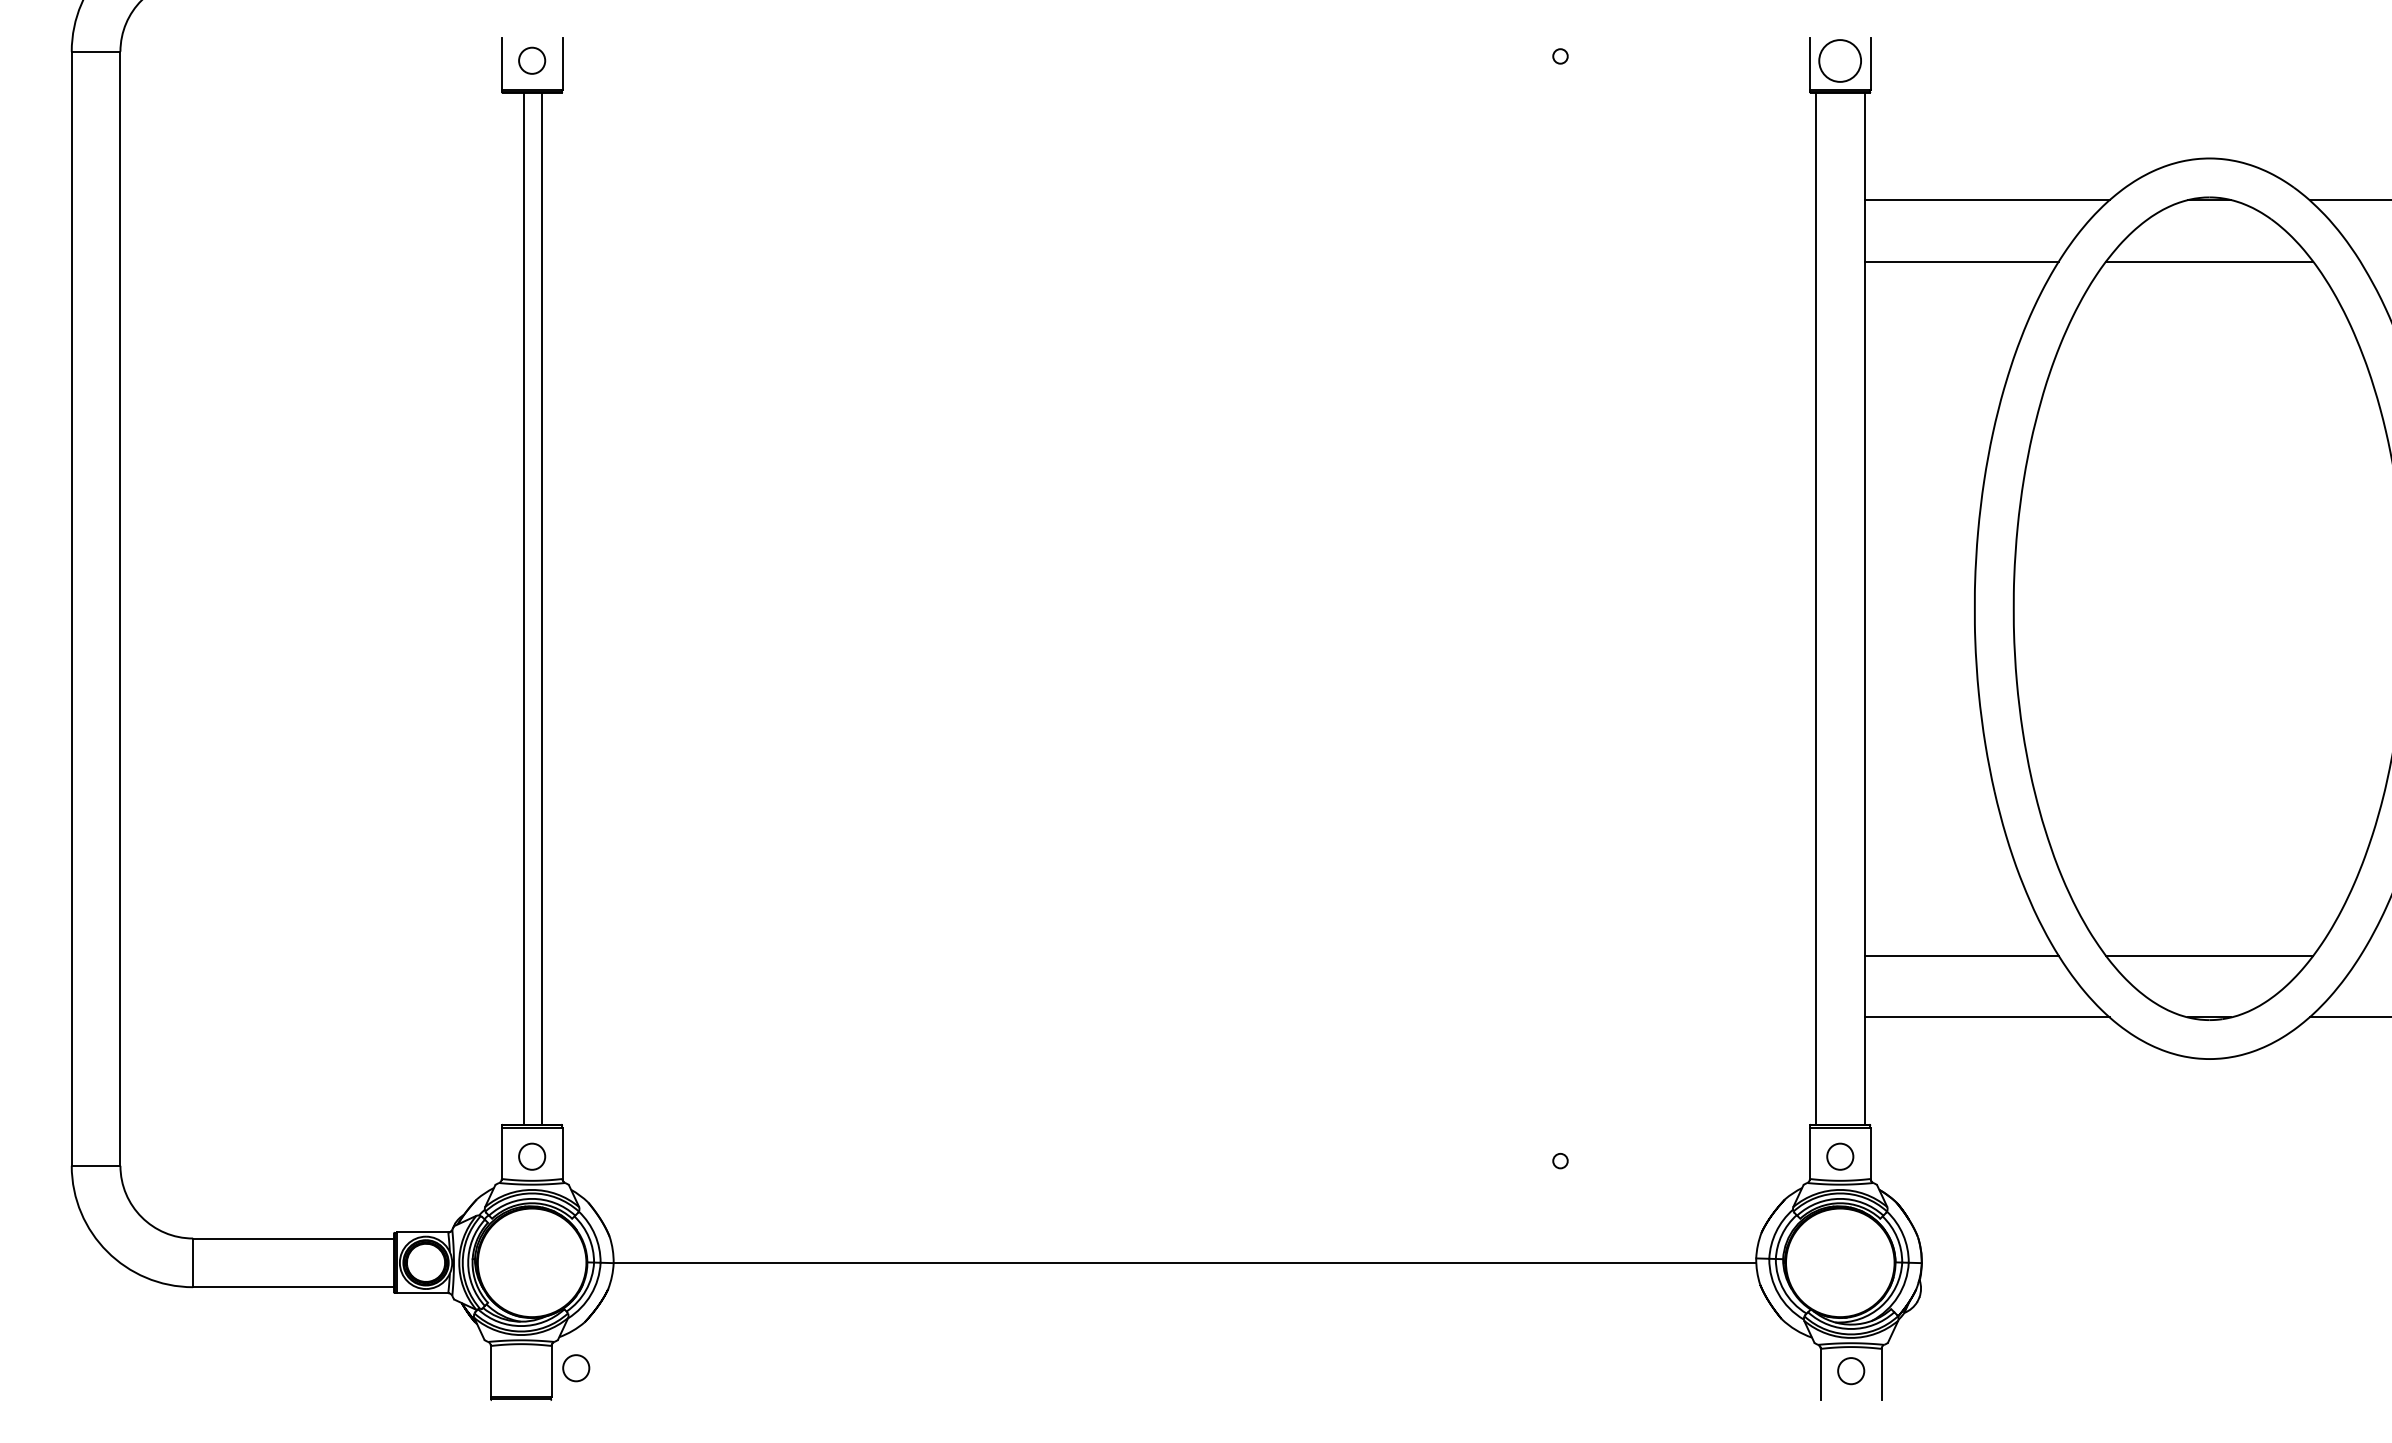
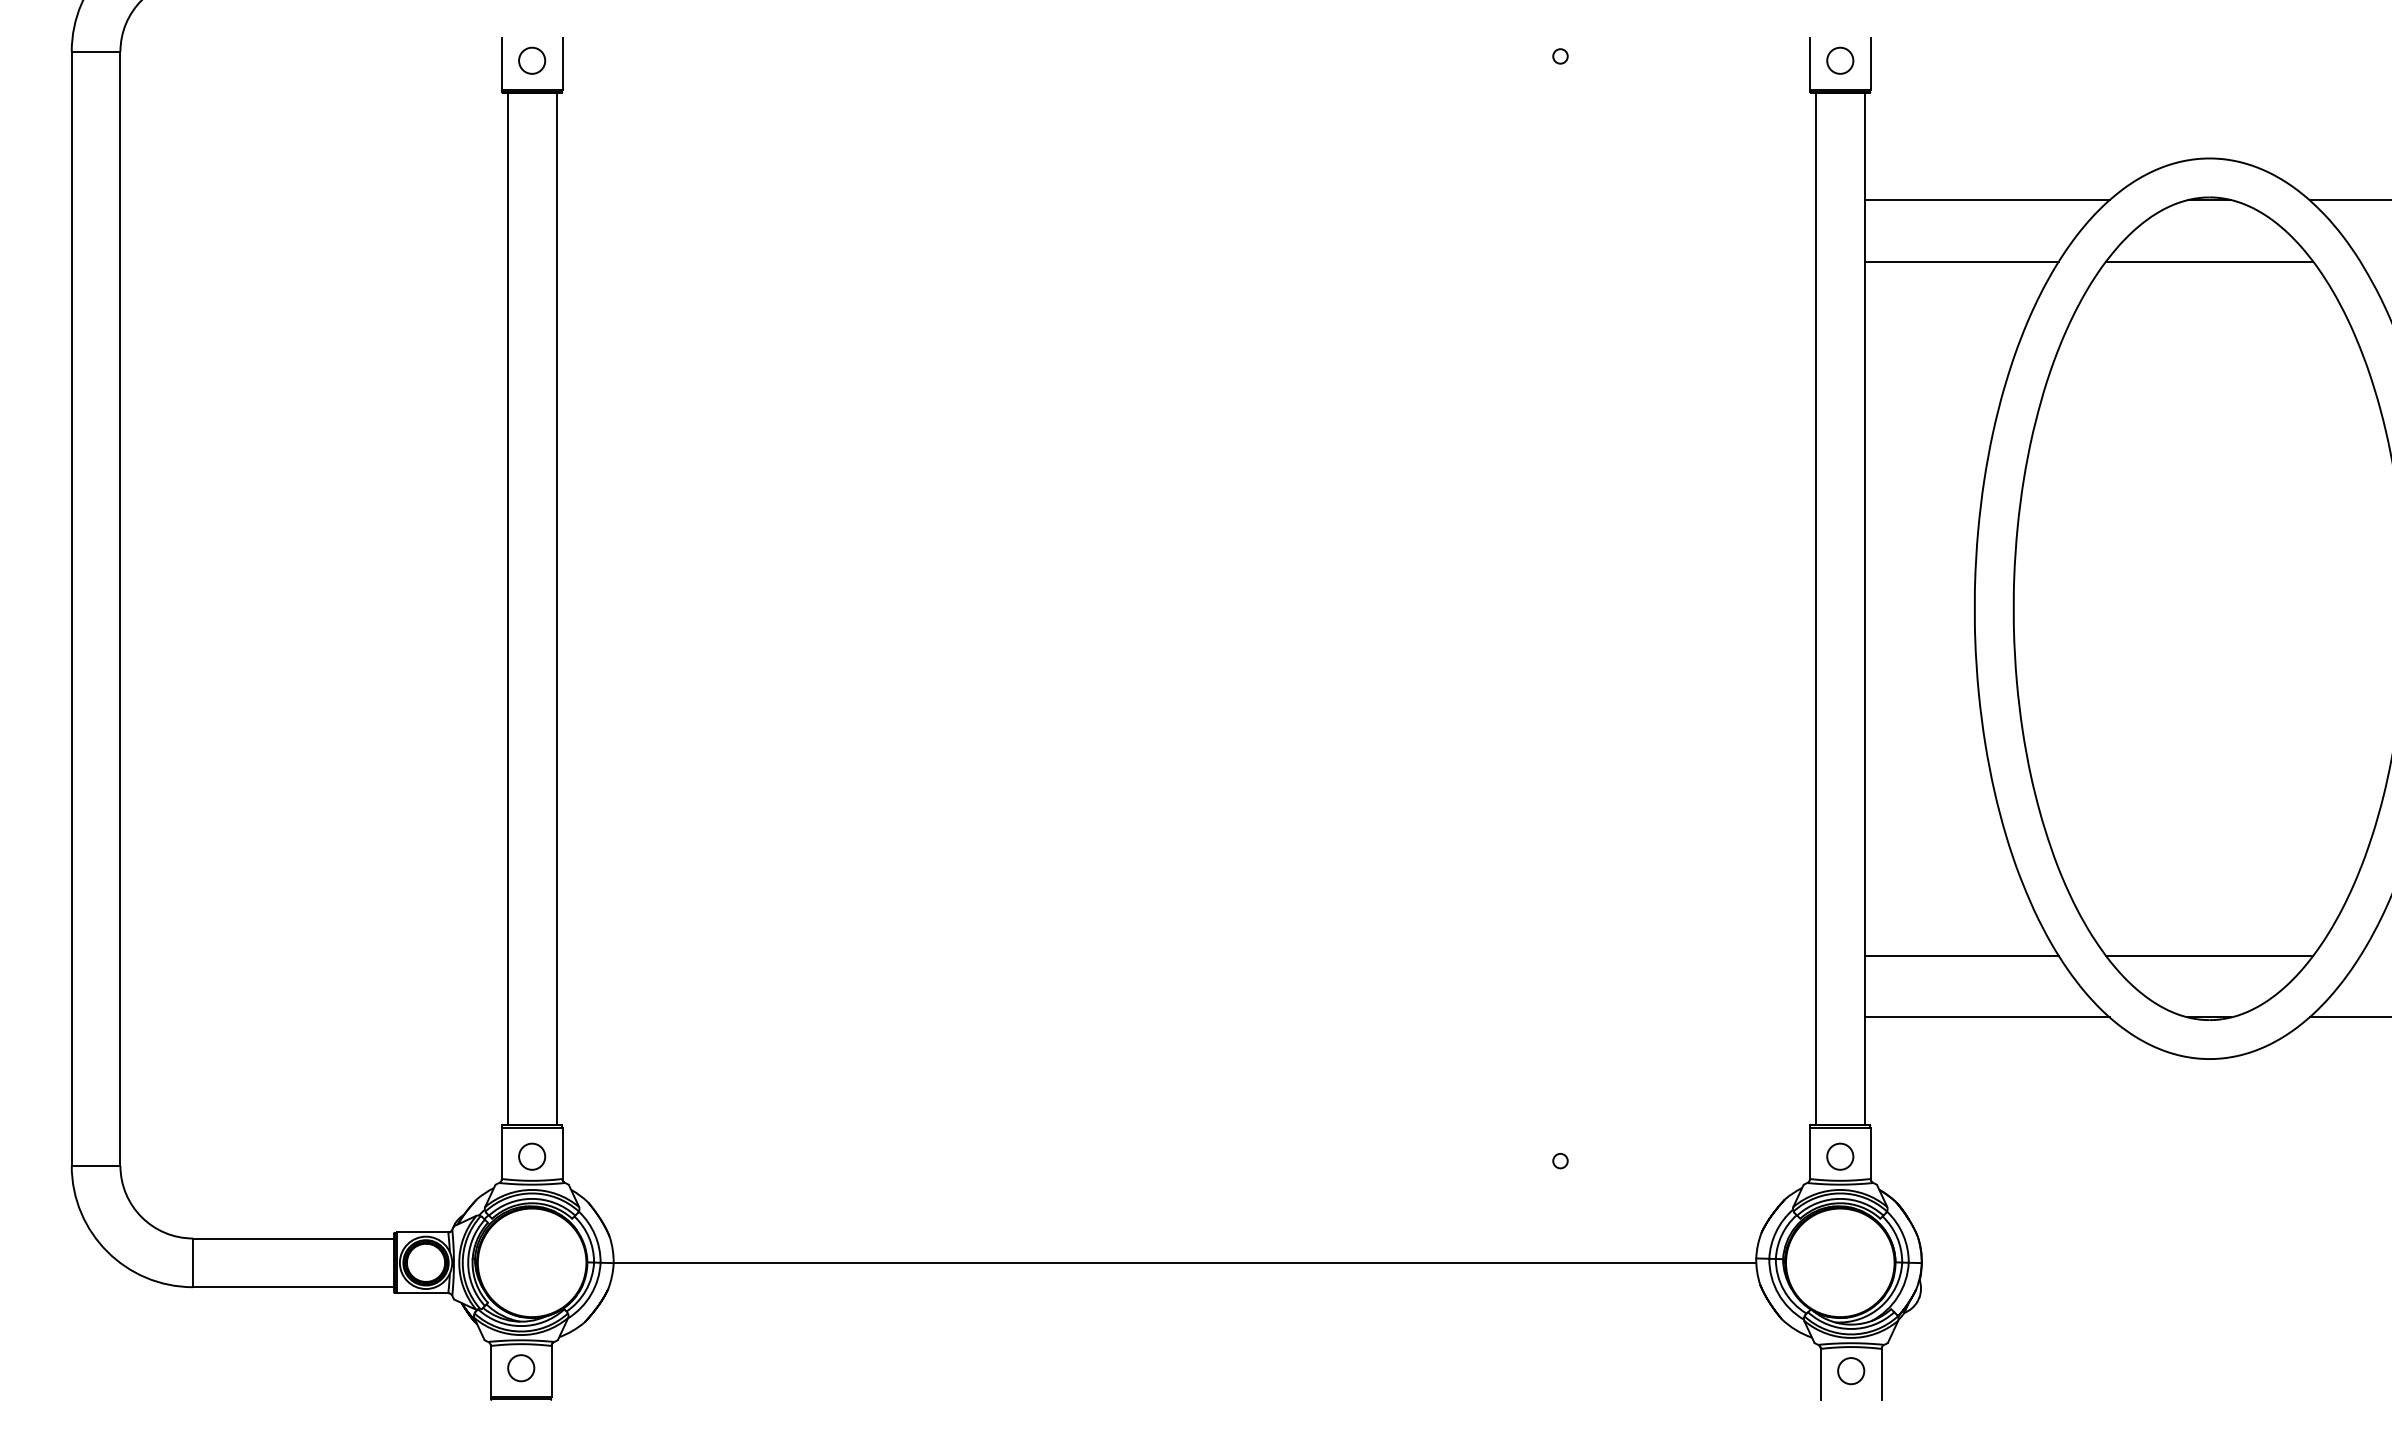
circle at (1839, 60) size: 44x44 px -> 29x29 px
line at (523, 608) position: (523, 608) -> (507, 608)
line at (541, 608) position: (541, 608) -> (556, 608)
circle at (576, 1368) position: (576, 1368) -> (521, 1368)
